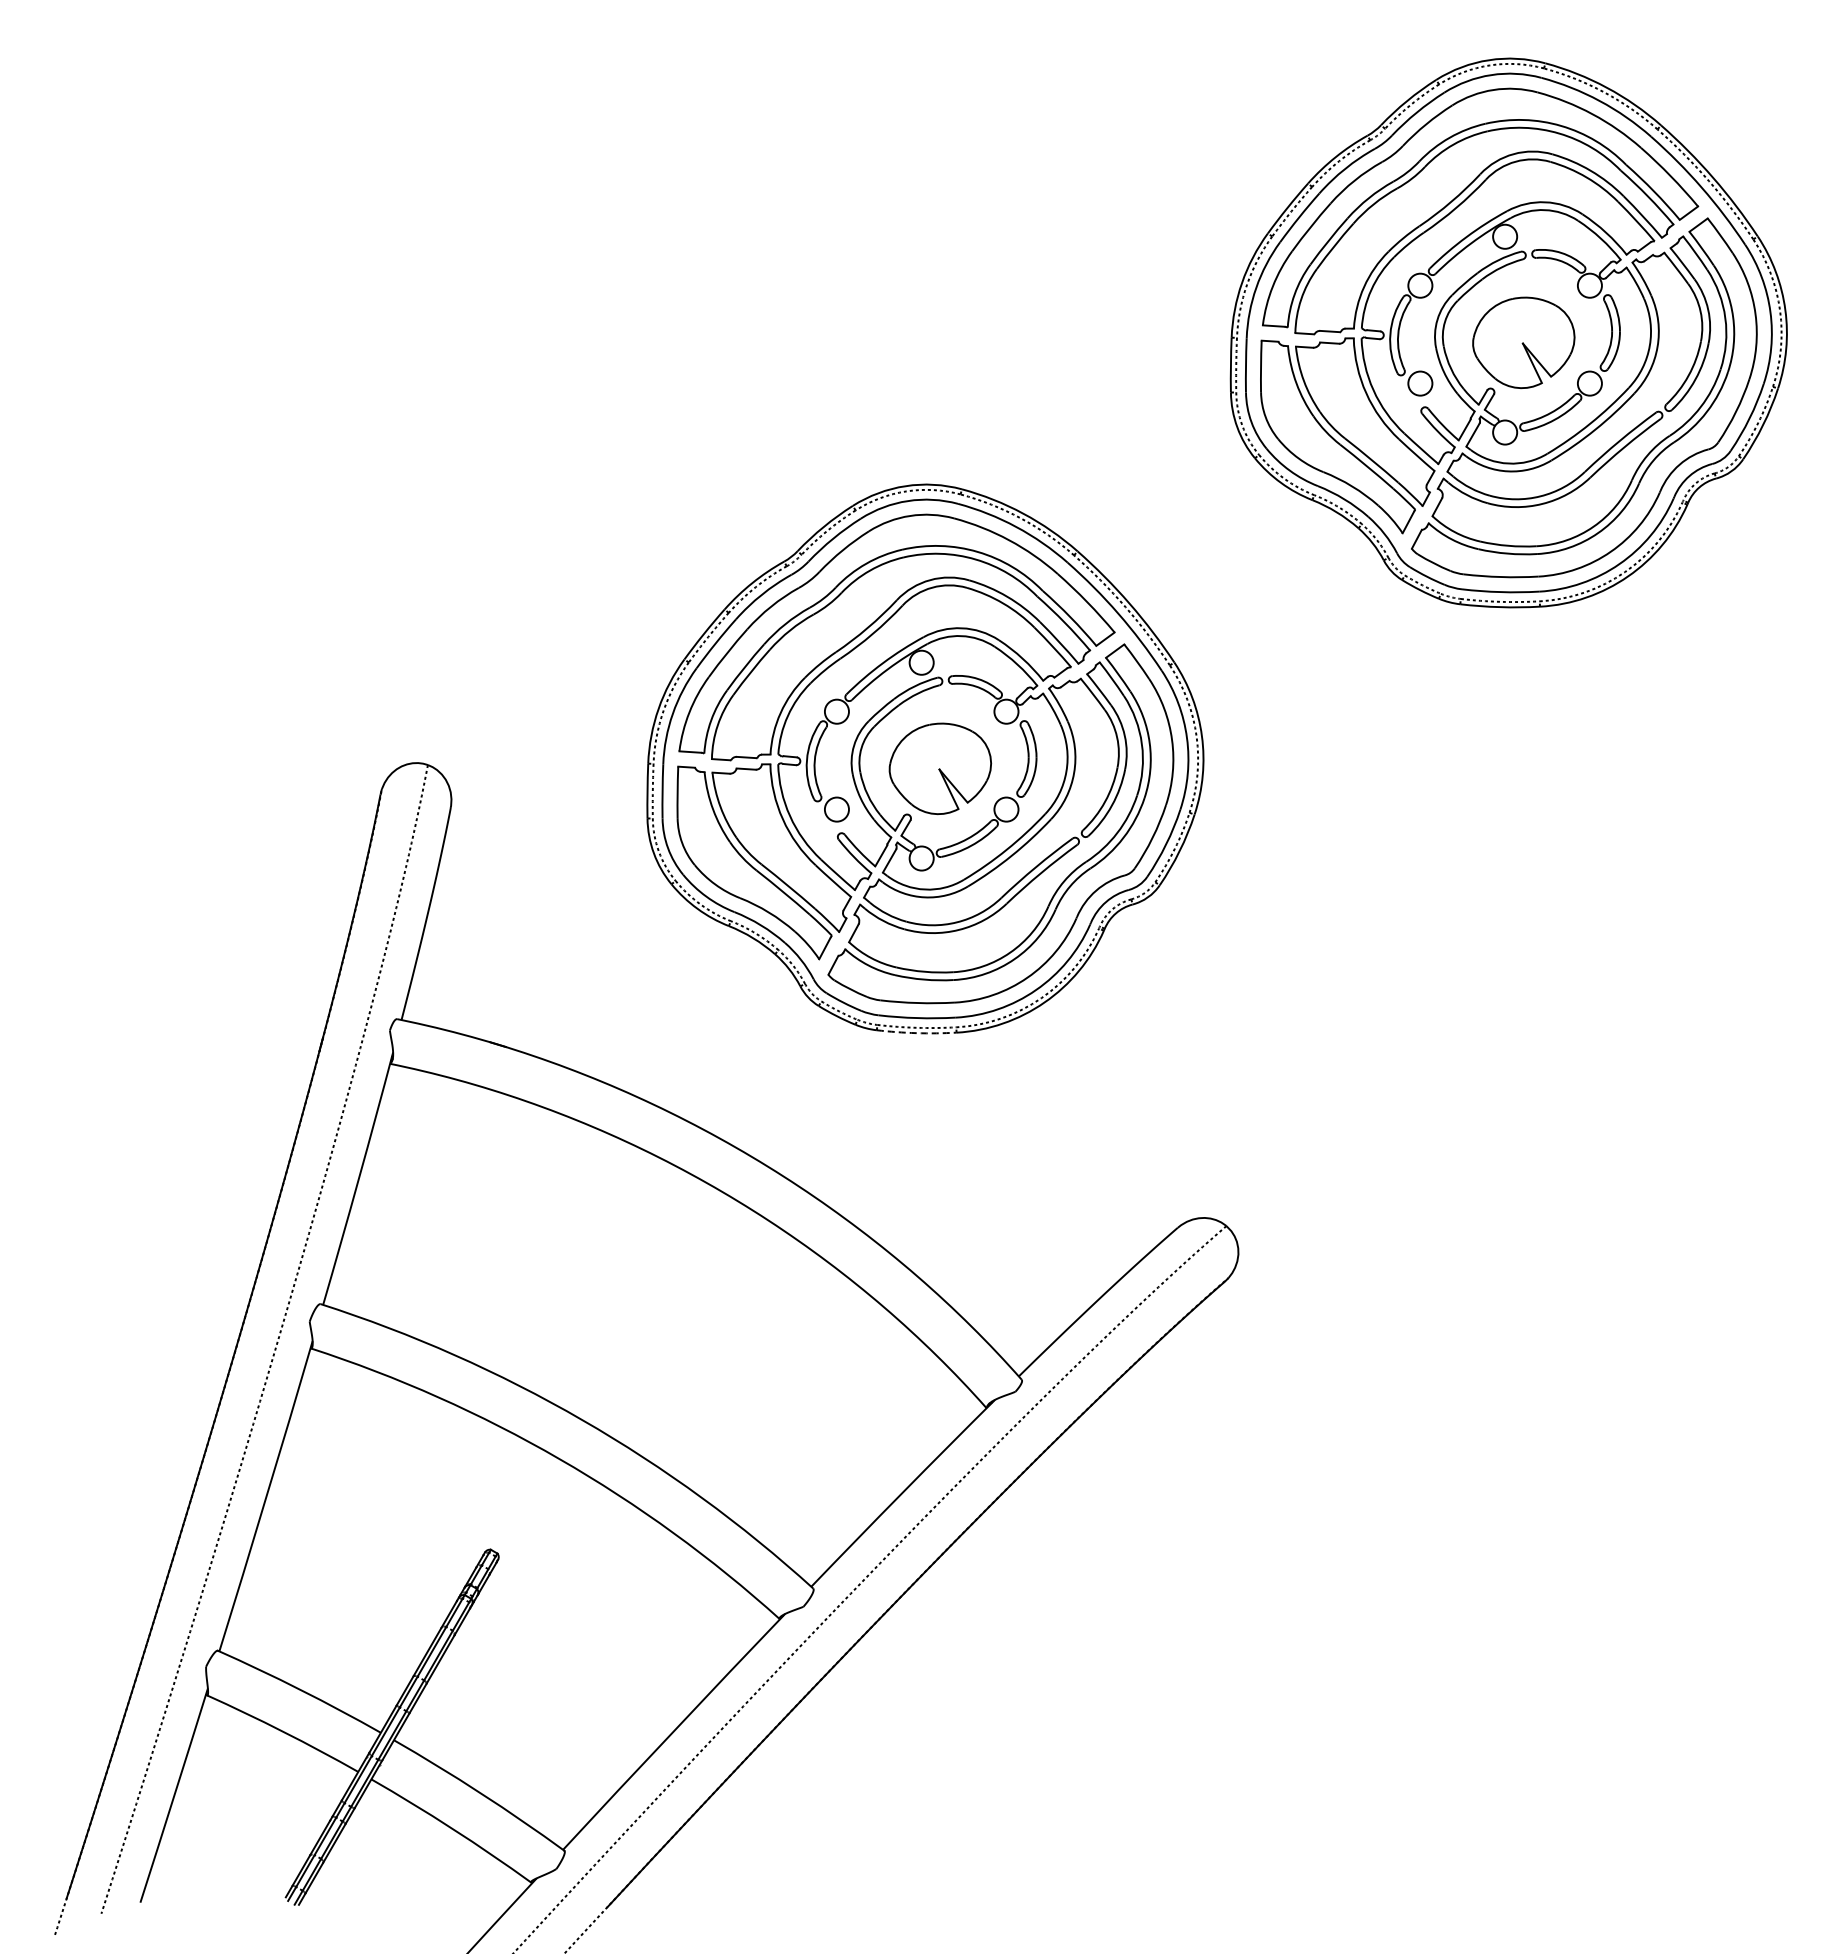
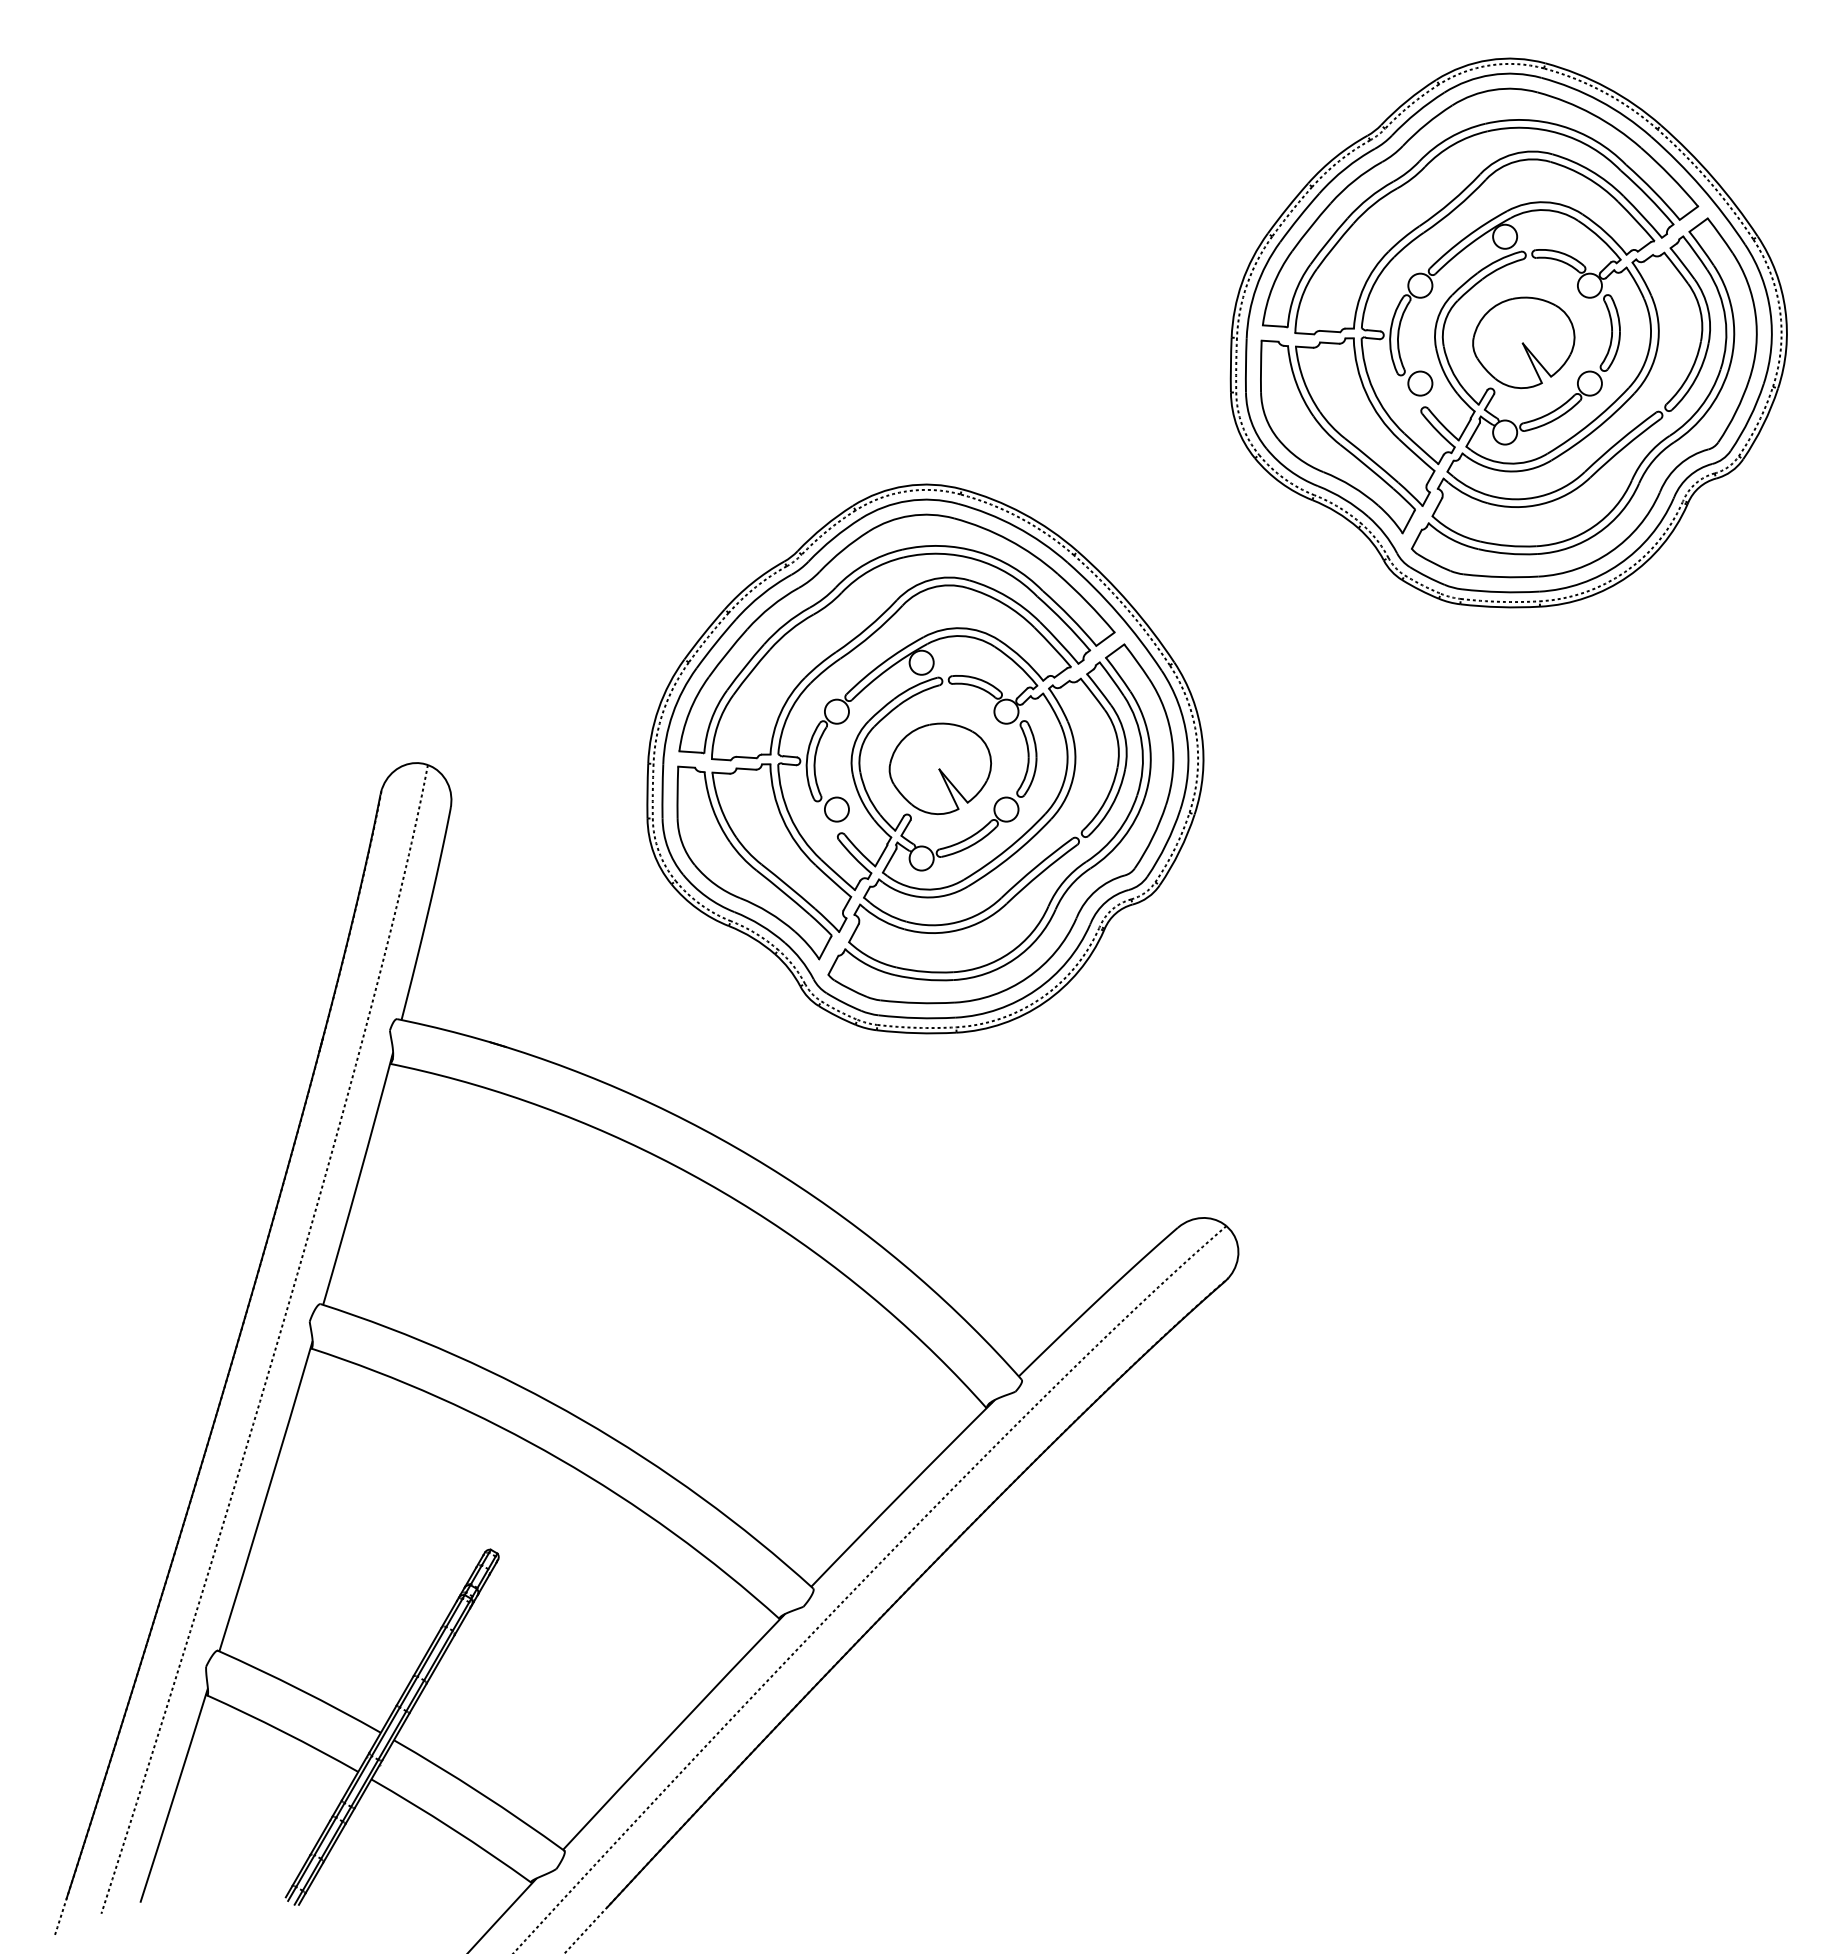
arc at (916, 1033): dashed -> solid
